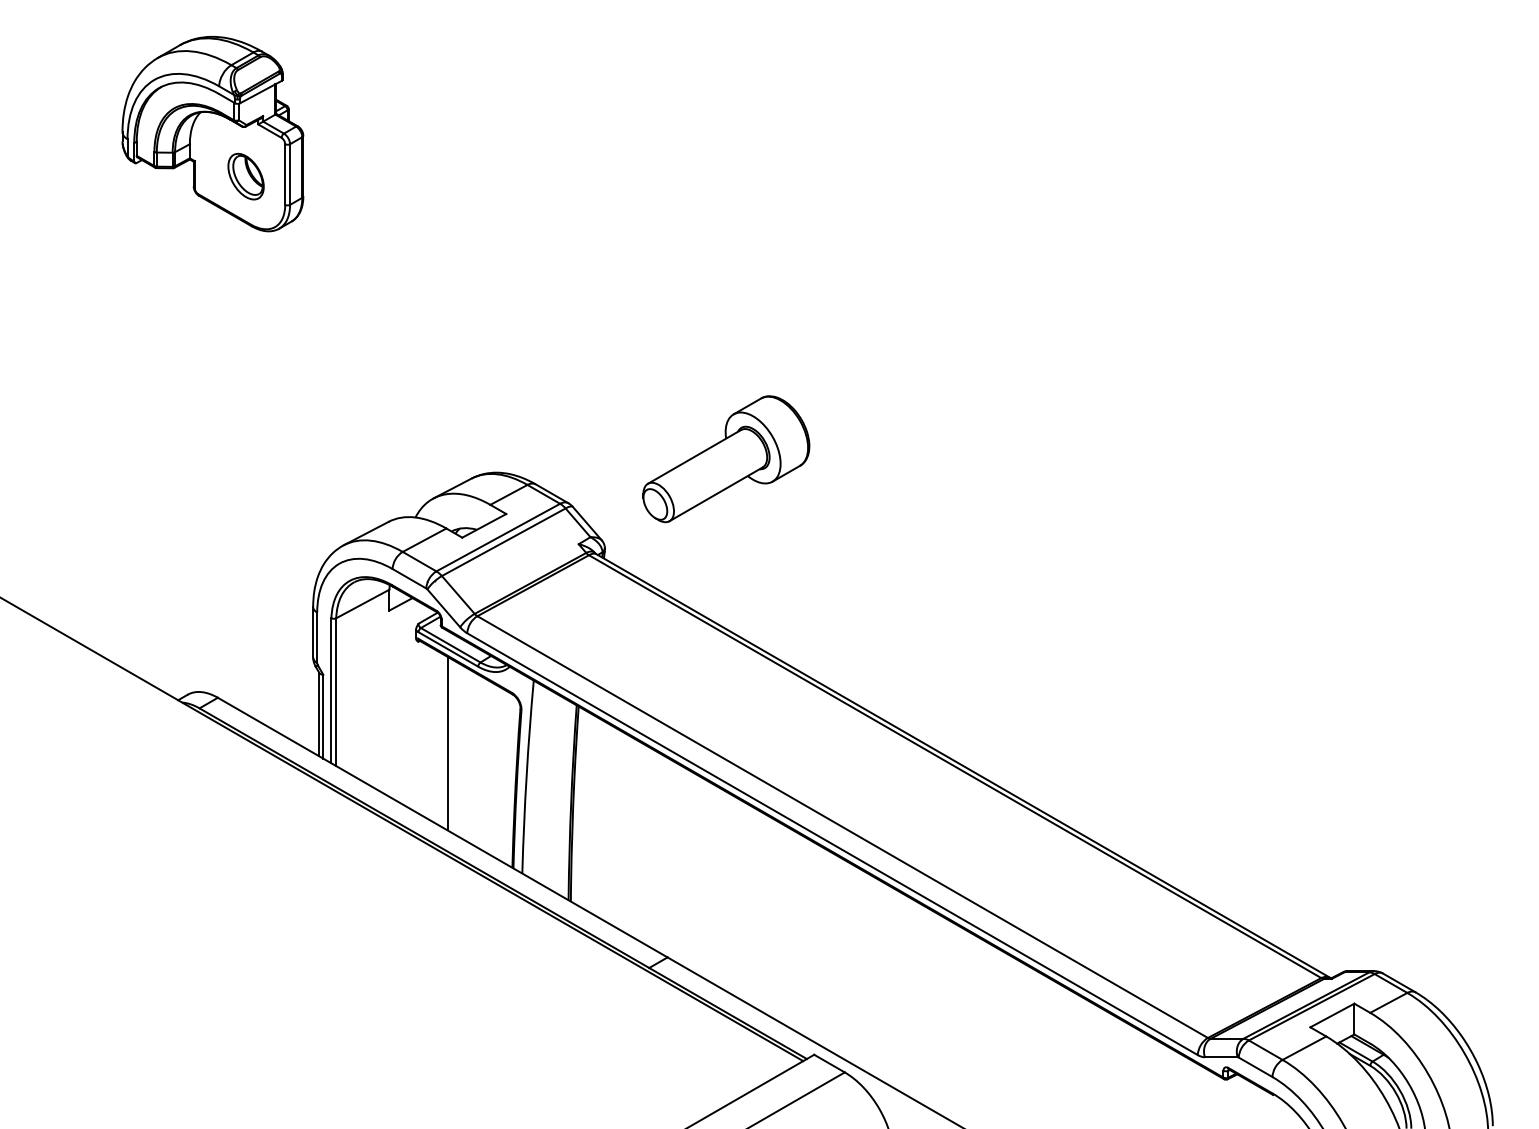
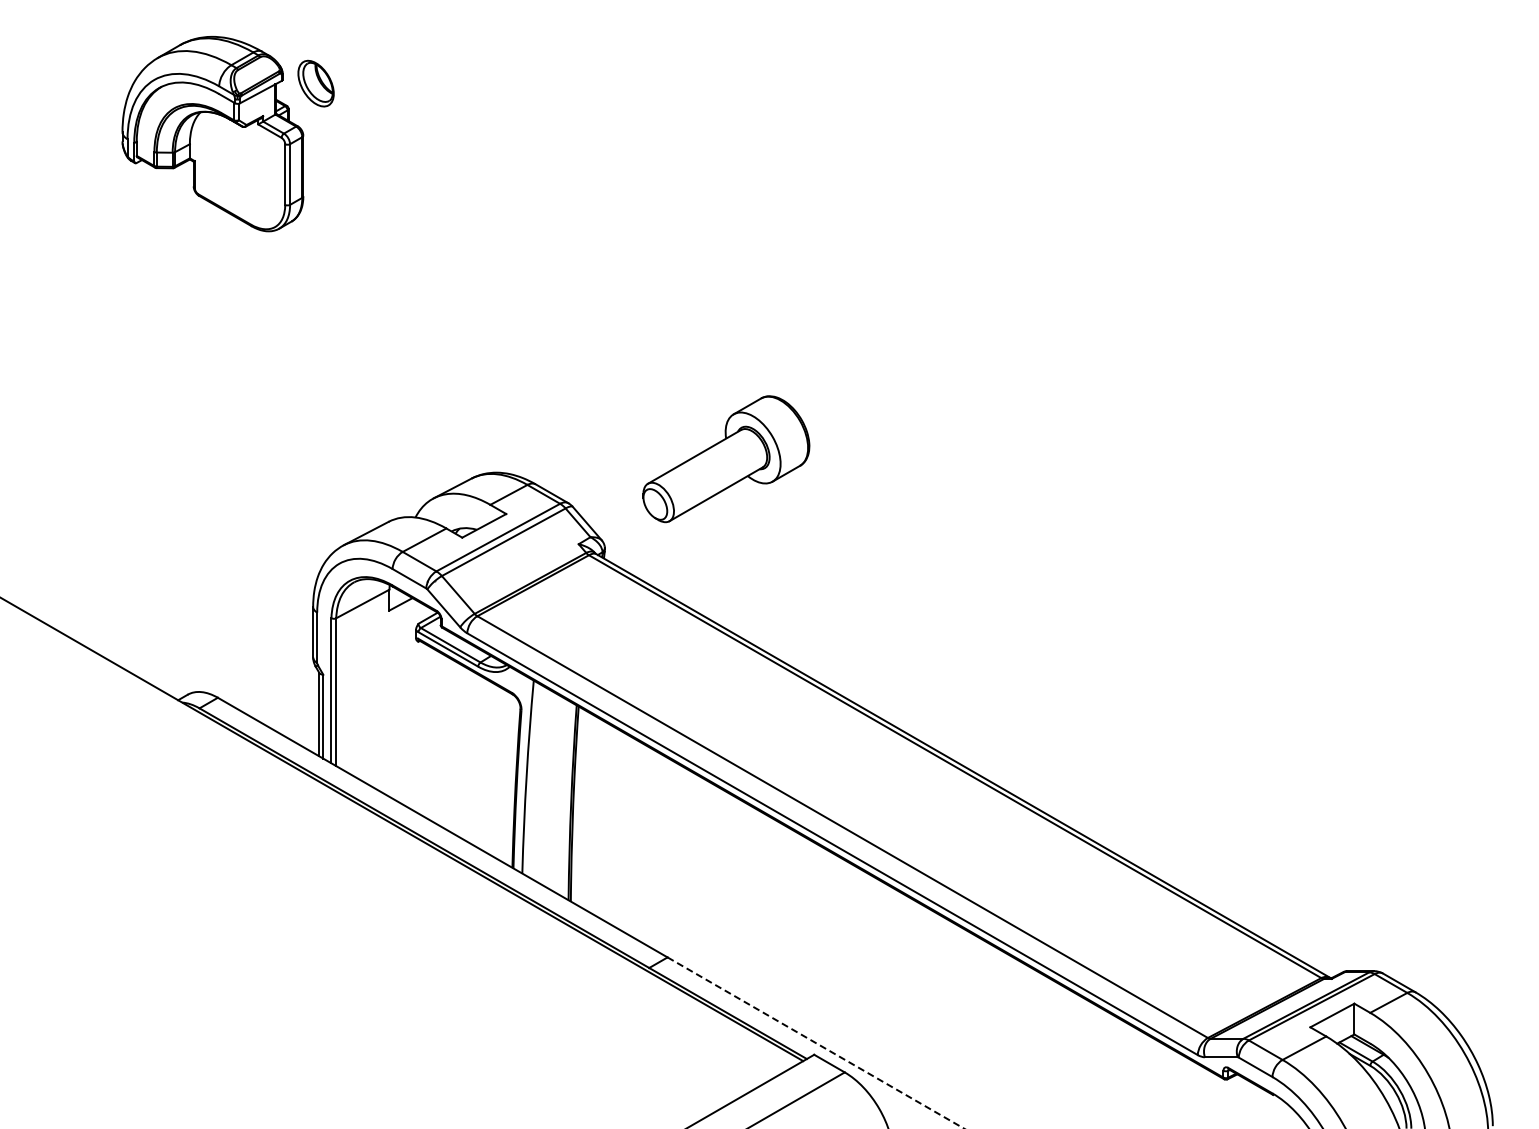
part at (245, 176) position: (245, 176) -> (315, 83)
line at (447, 743): present -> none
line at (816, 1043): solid -> dashed
